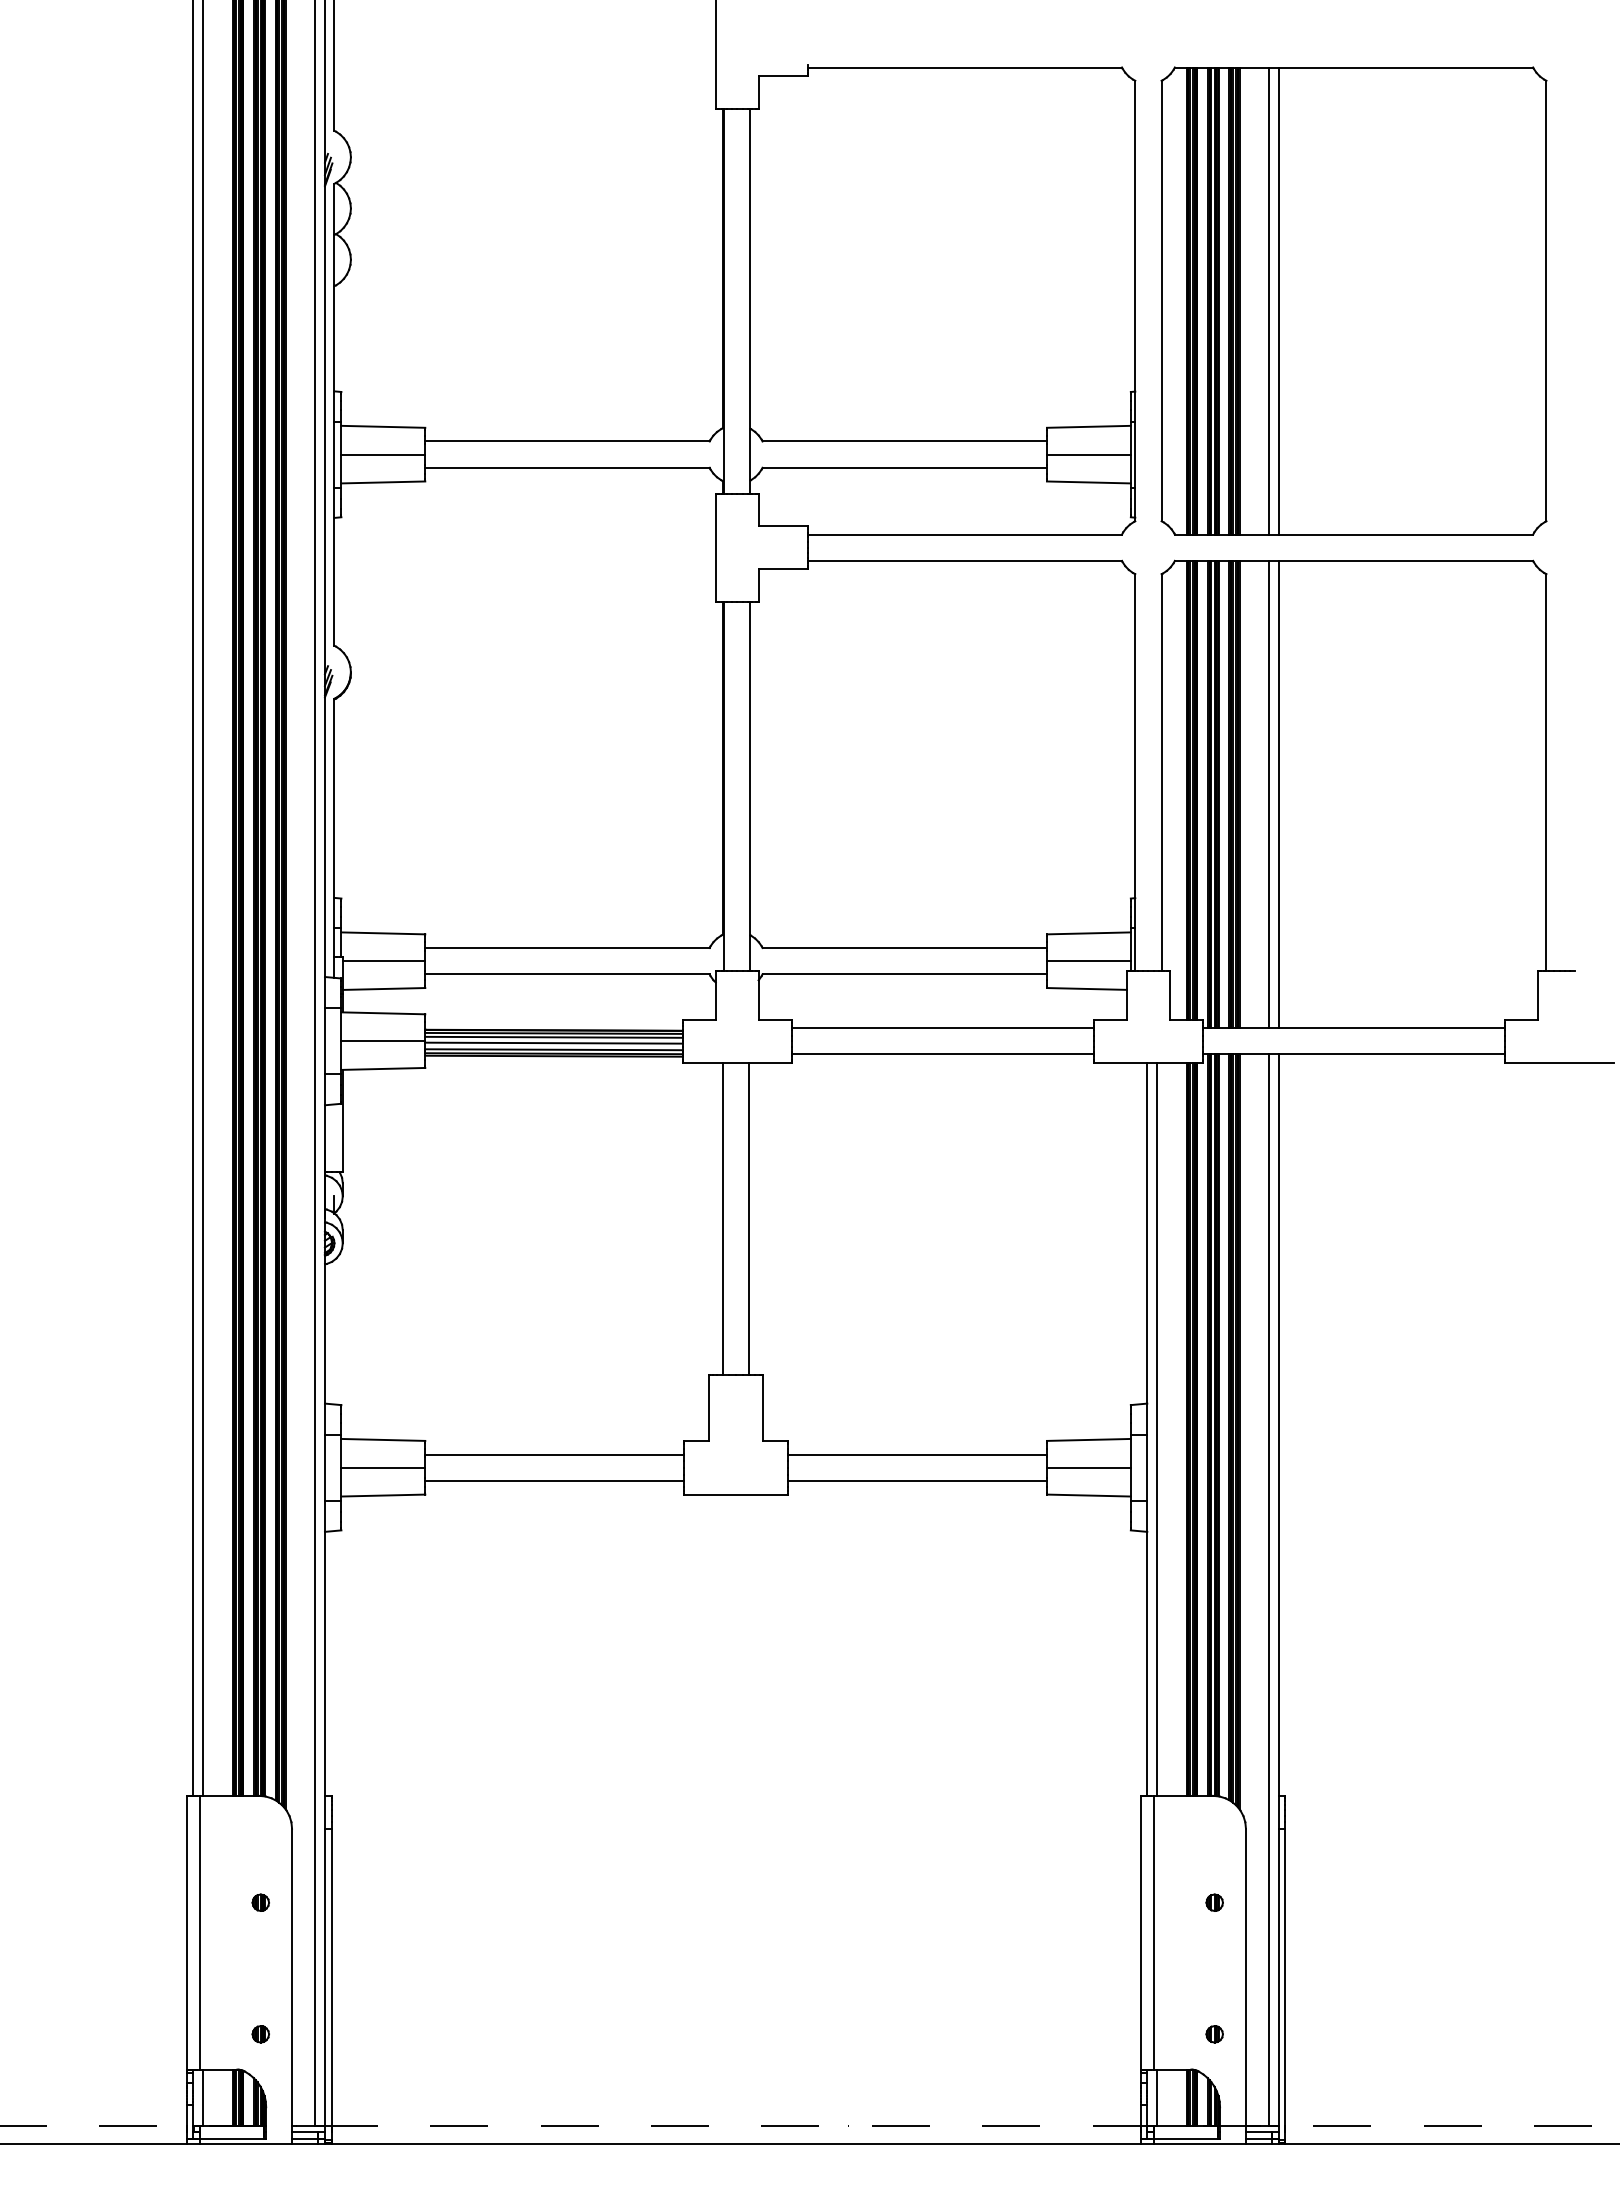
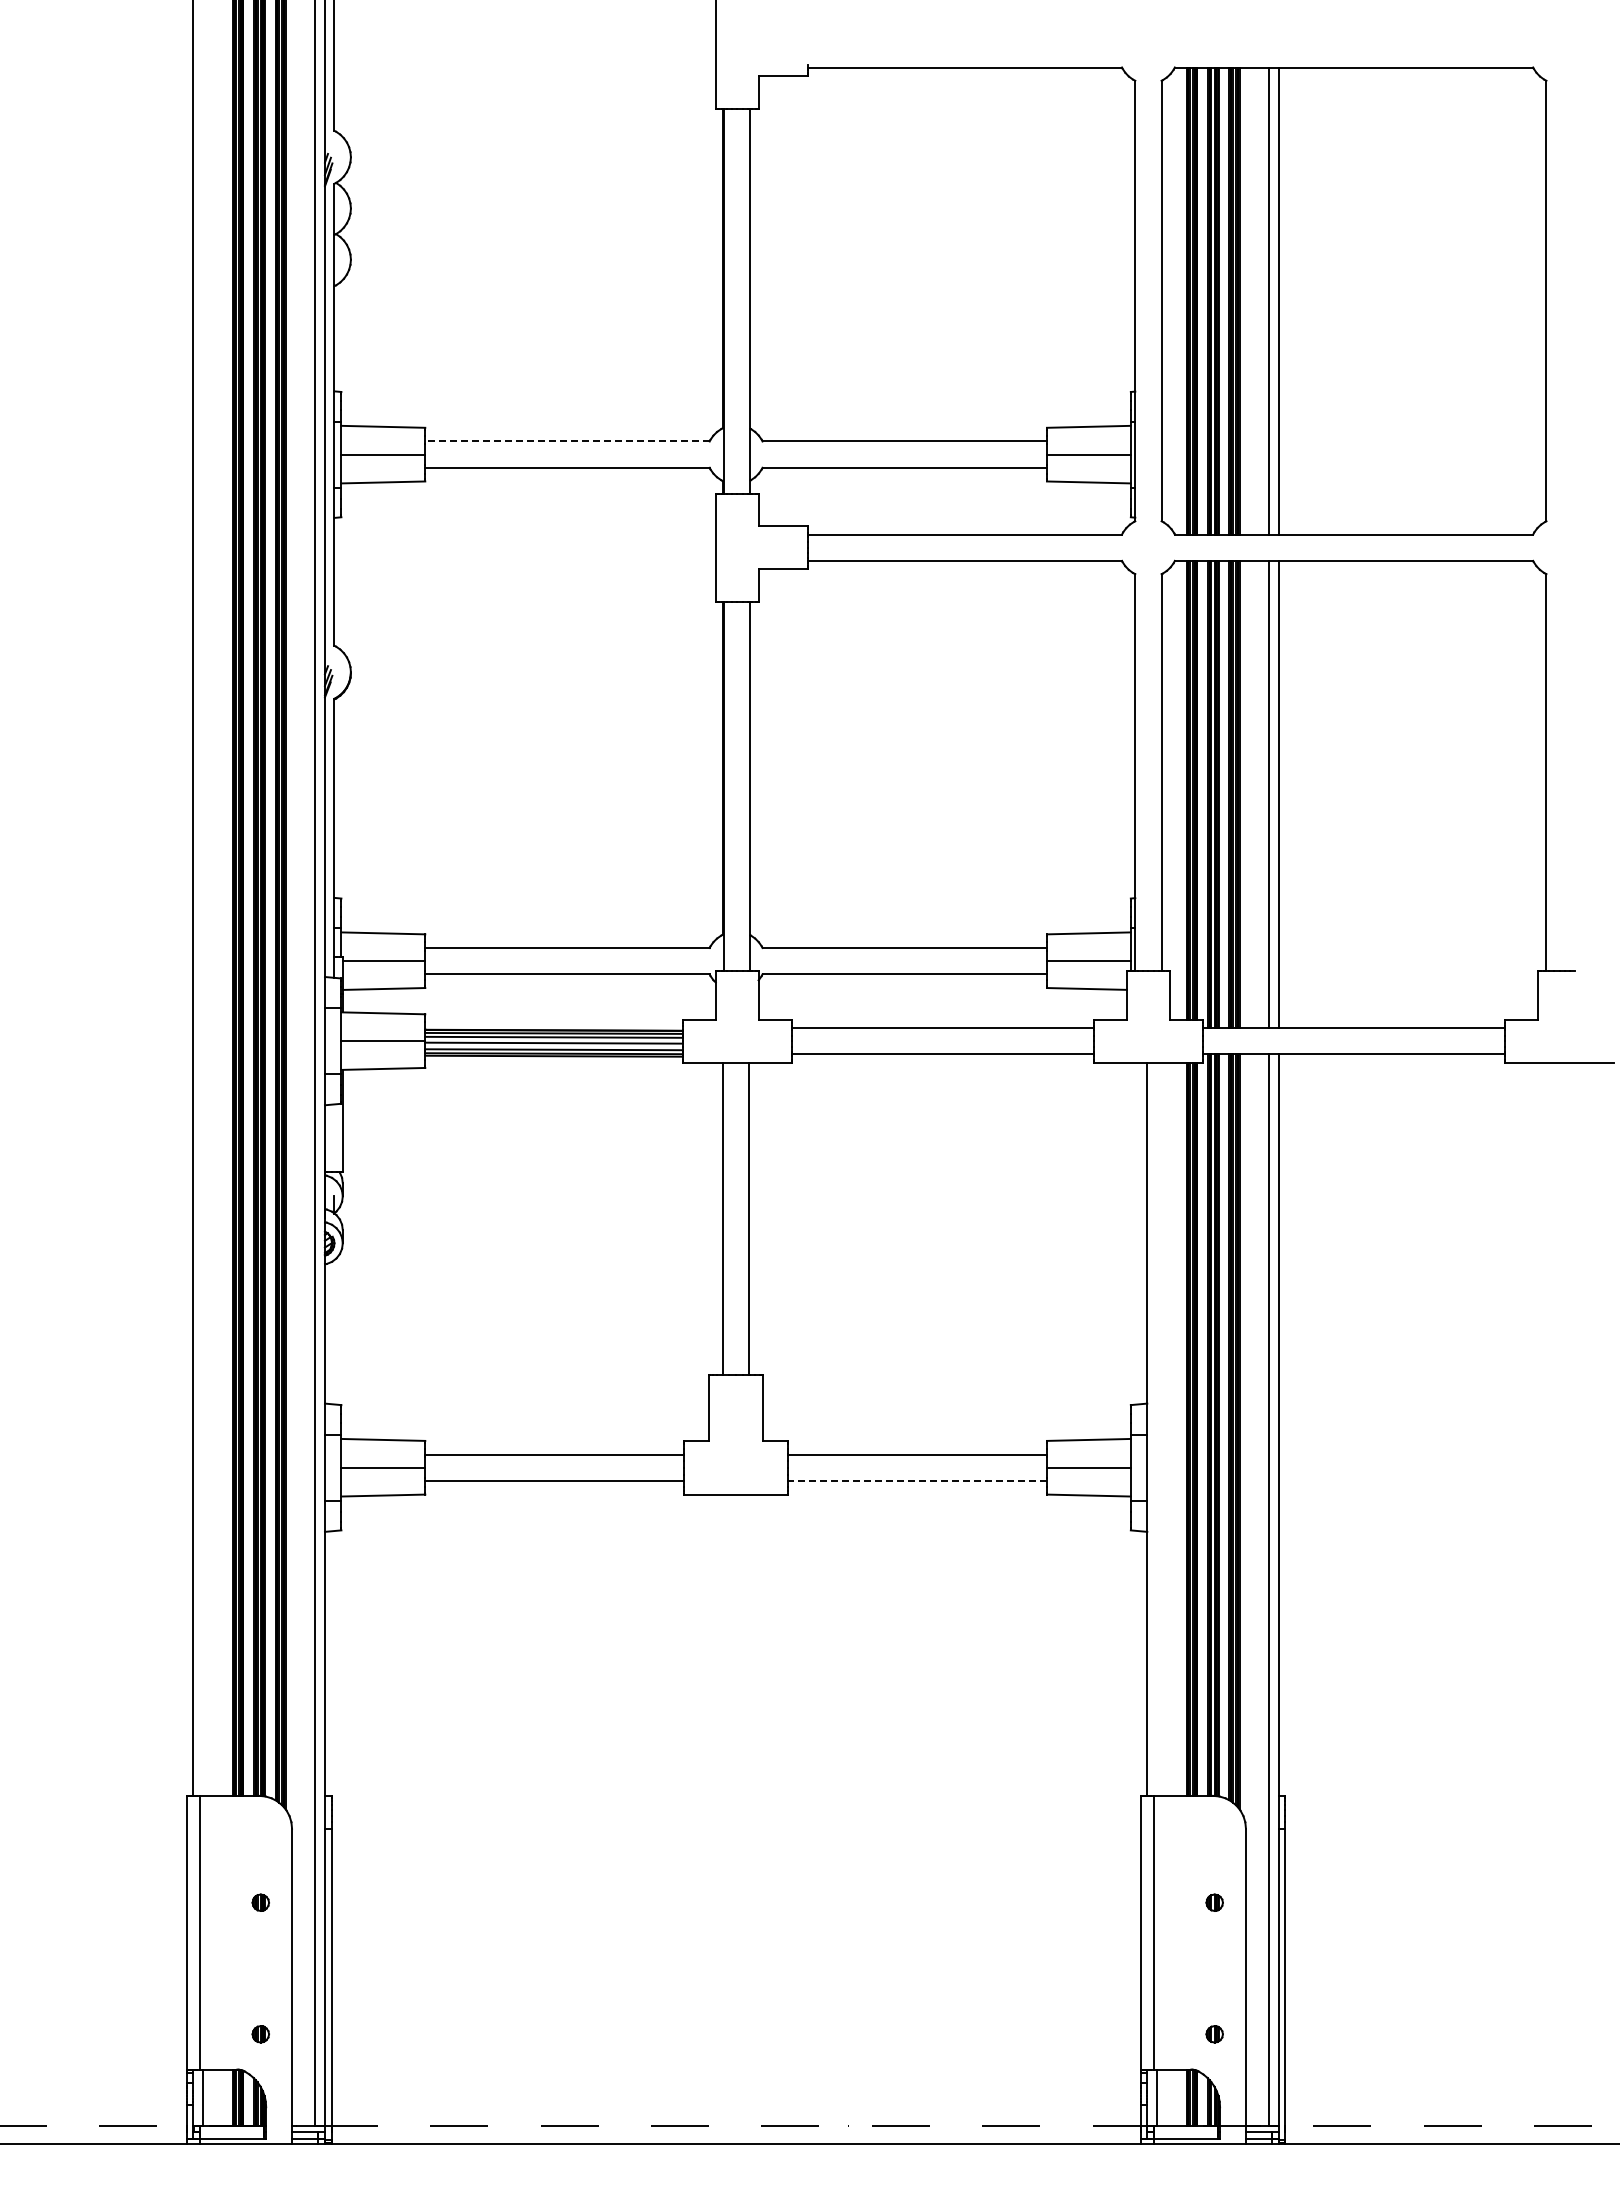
line at (567, 441): solid -> dashed
line at (203, 898): present -> none
line at (1157, 1428): present -> none
line at (917, 1480): solid -> dashed
